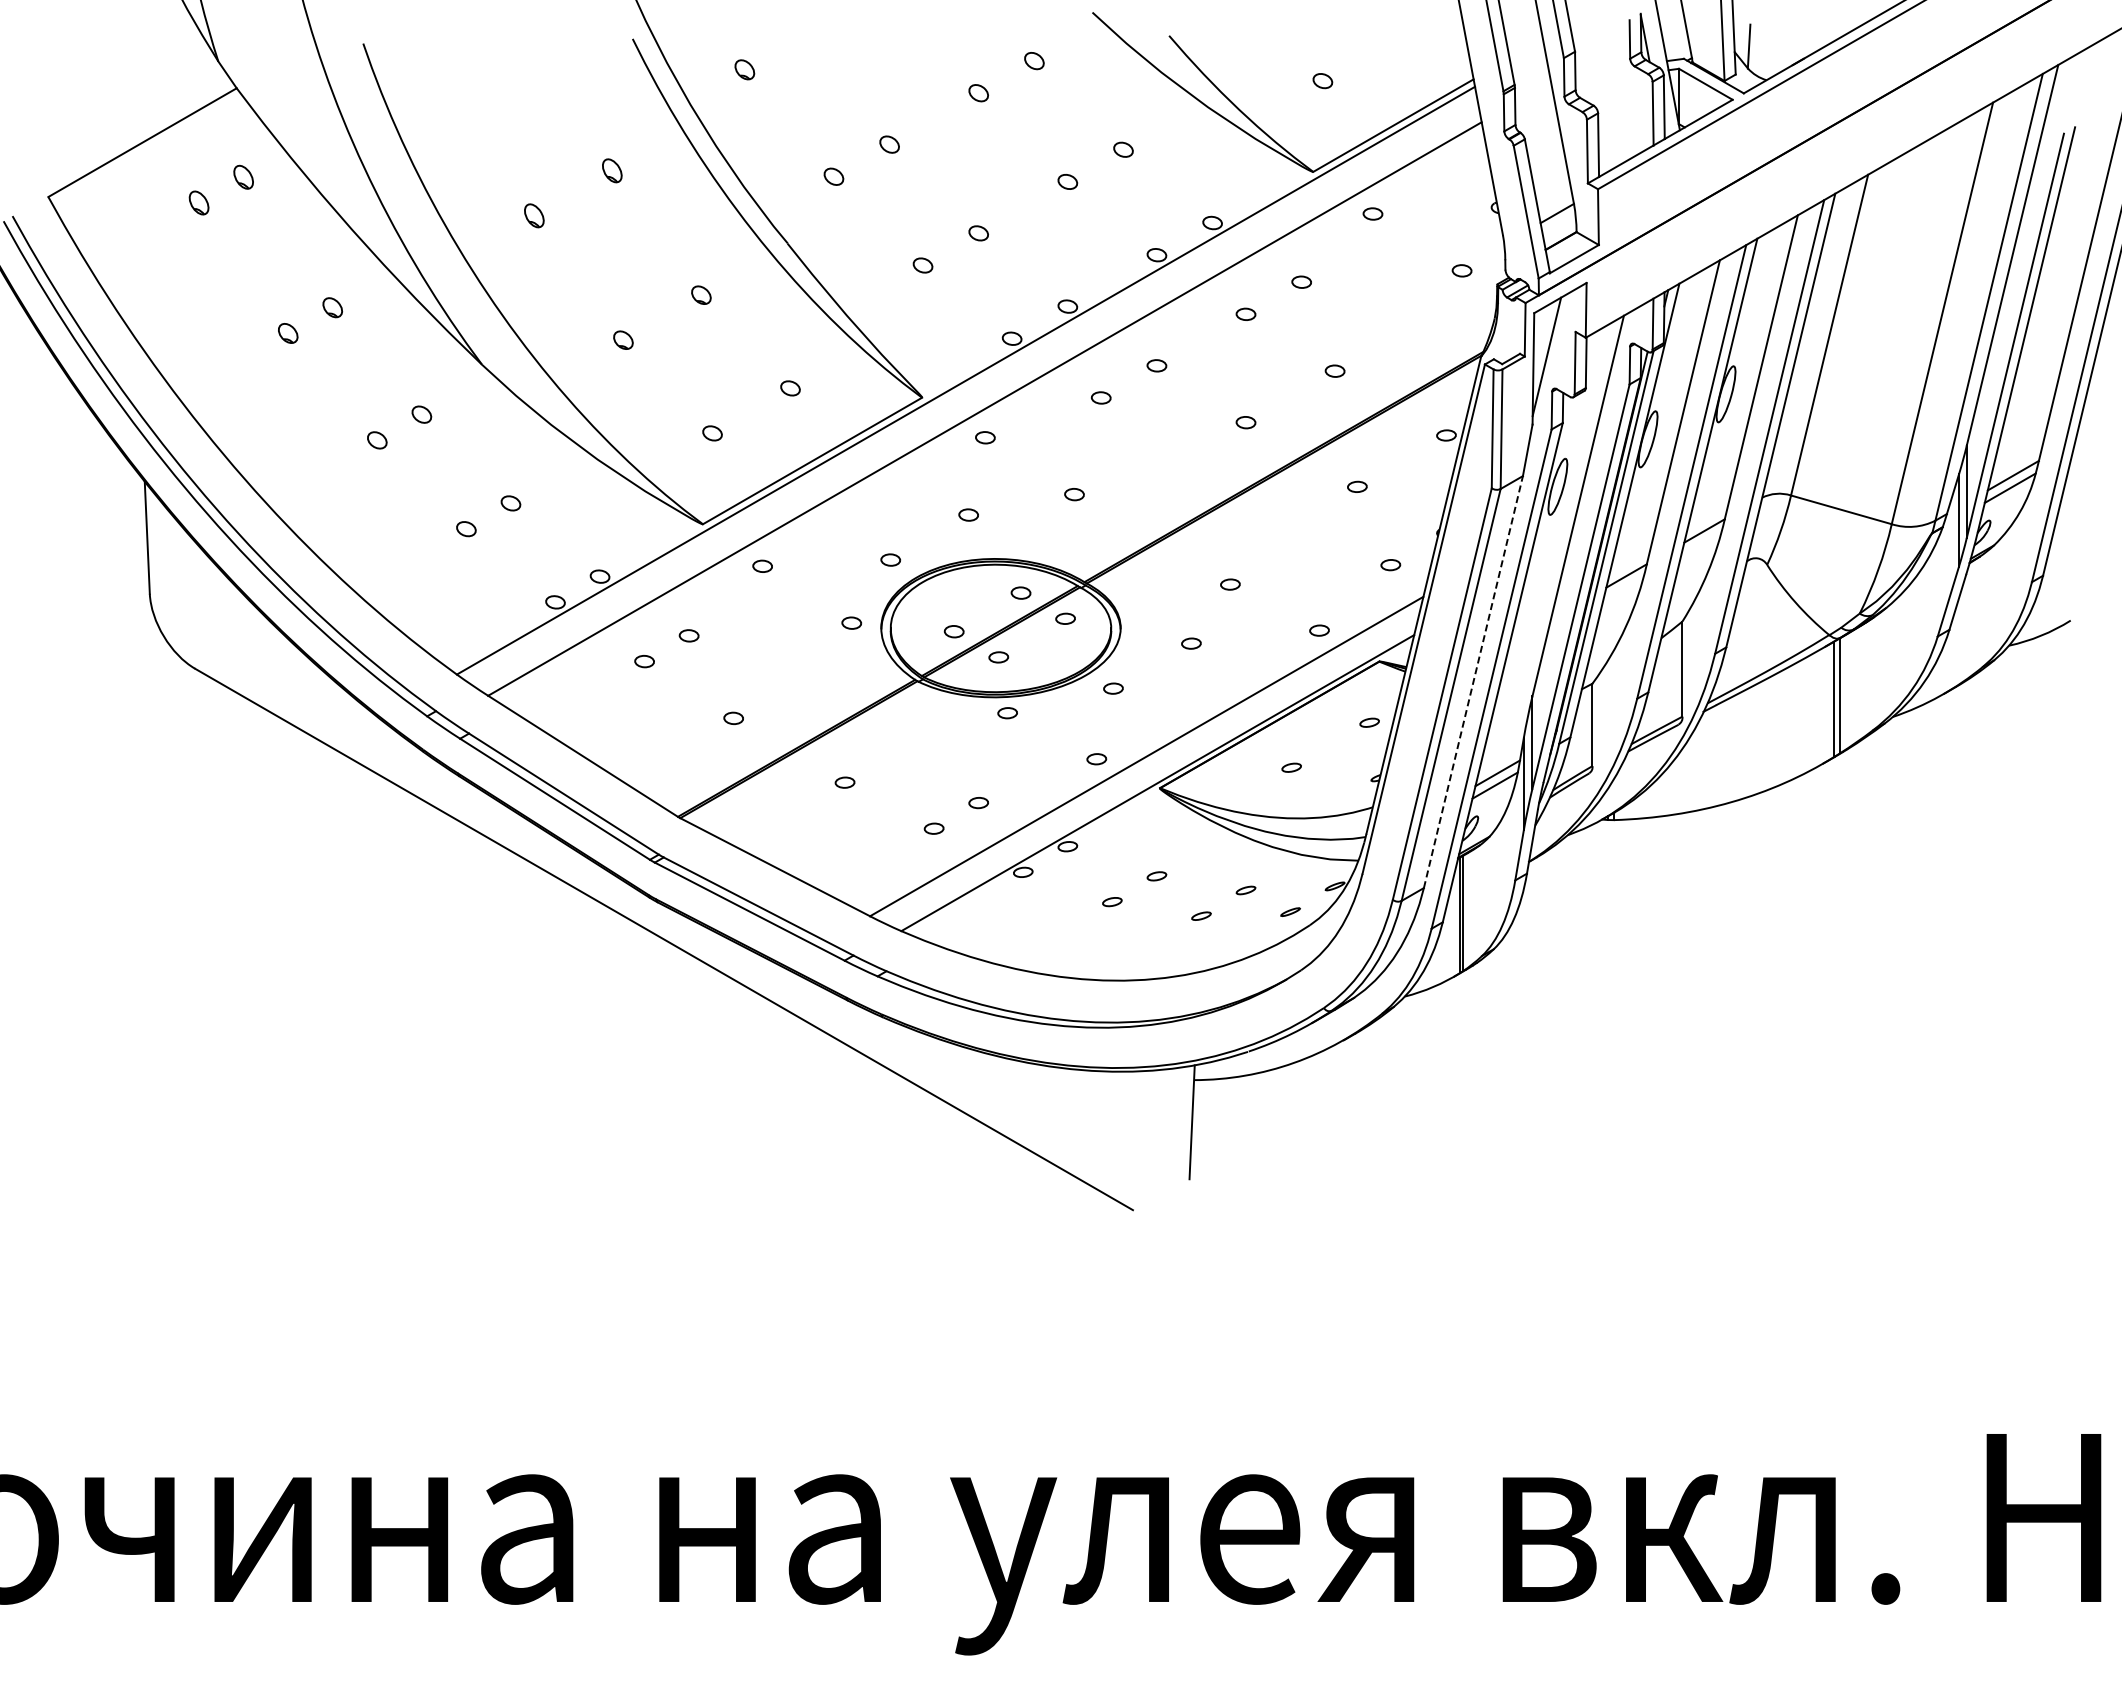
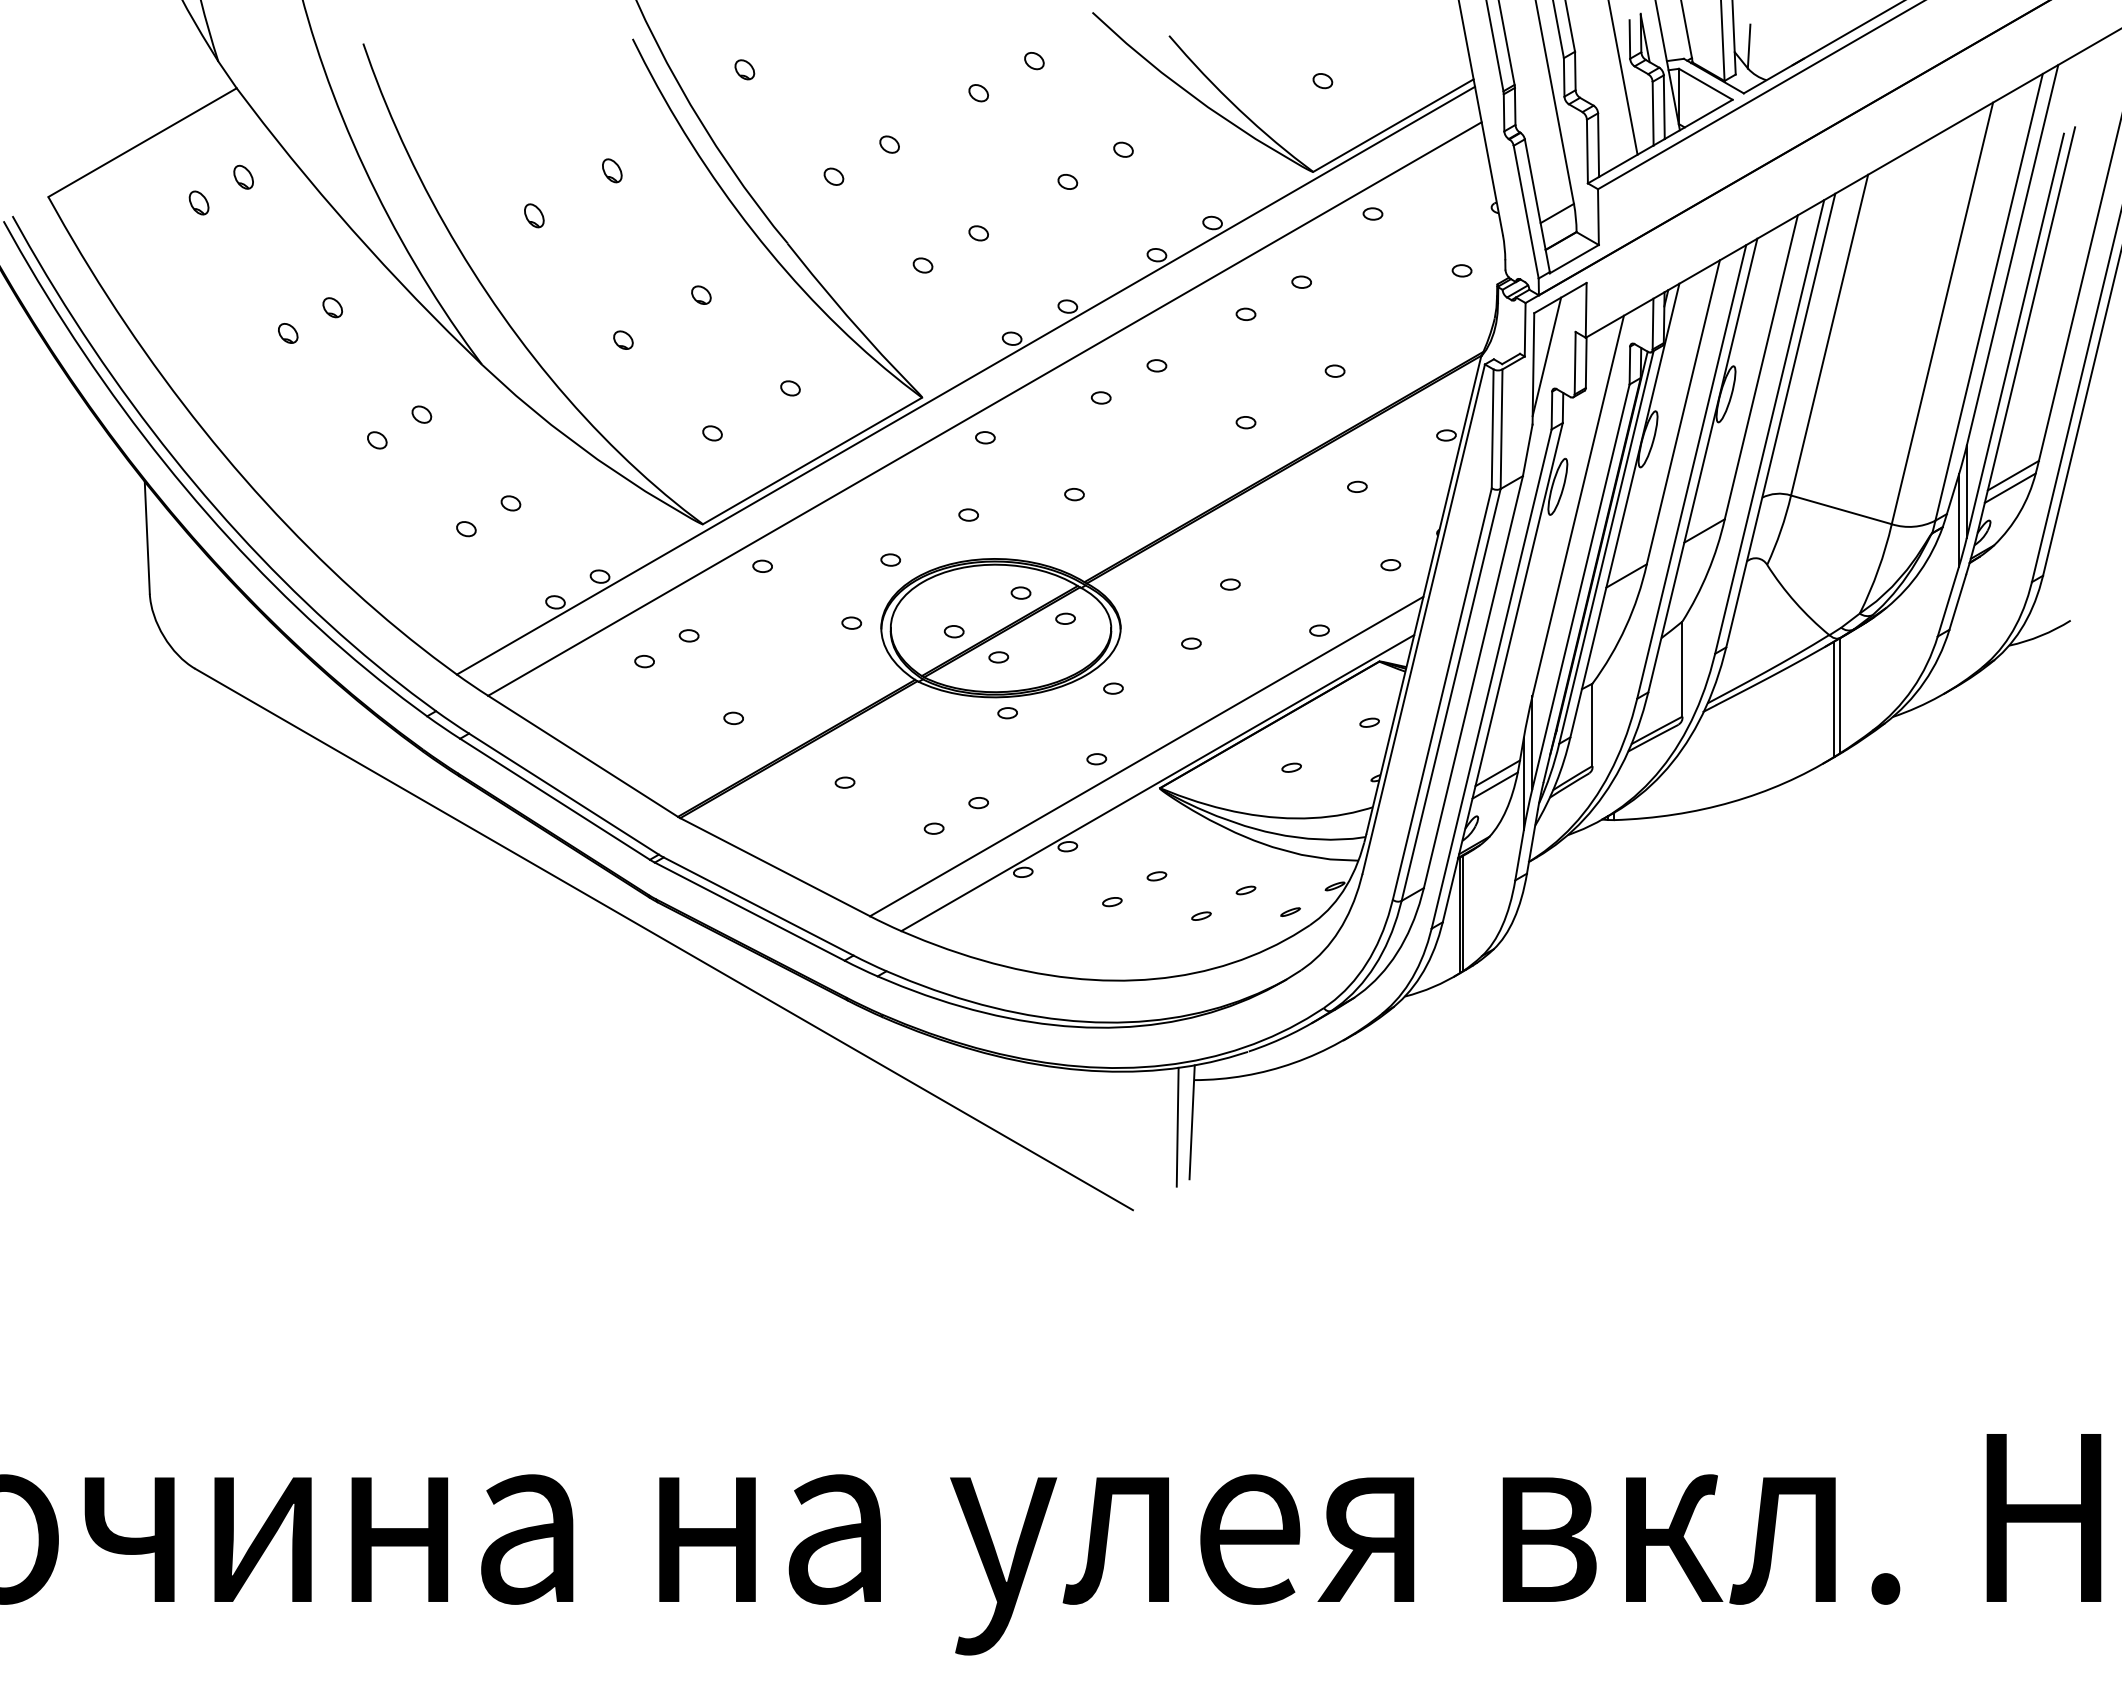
line at (1622, 78): none -> present
line at (1473, 682): dashed -> solid
line at (1177, 1126): none -> present
